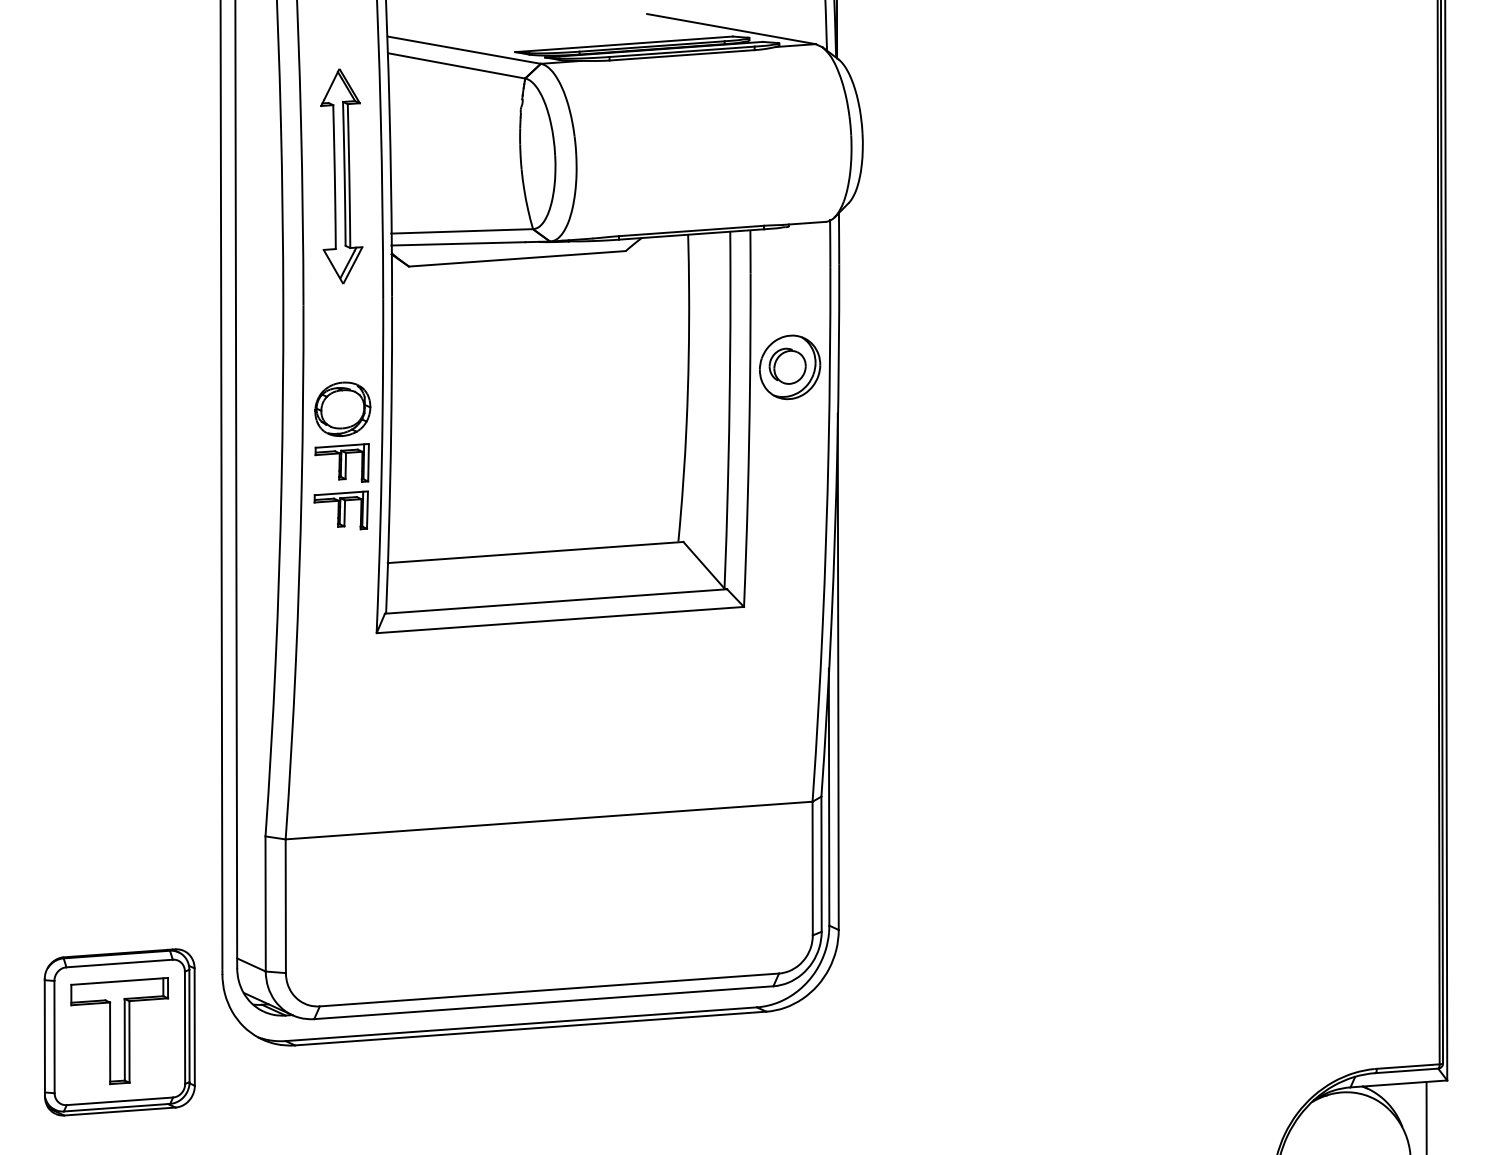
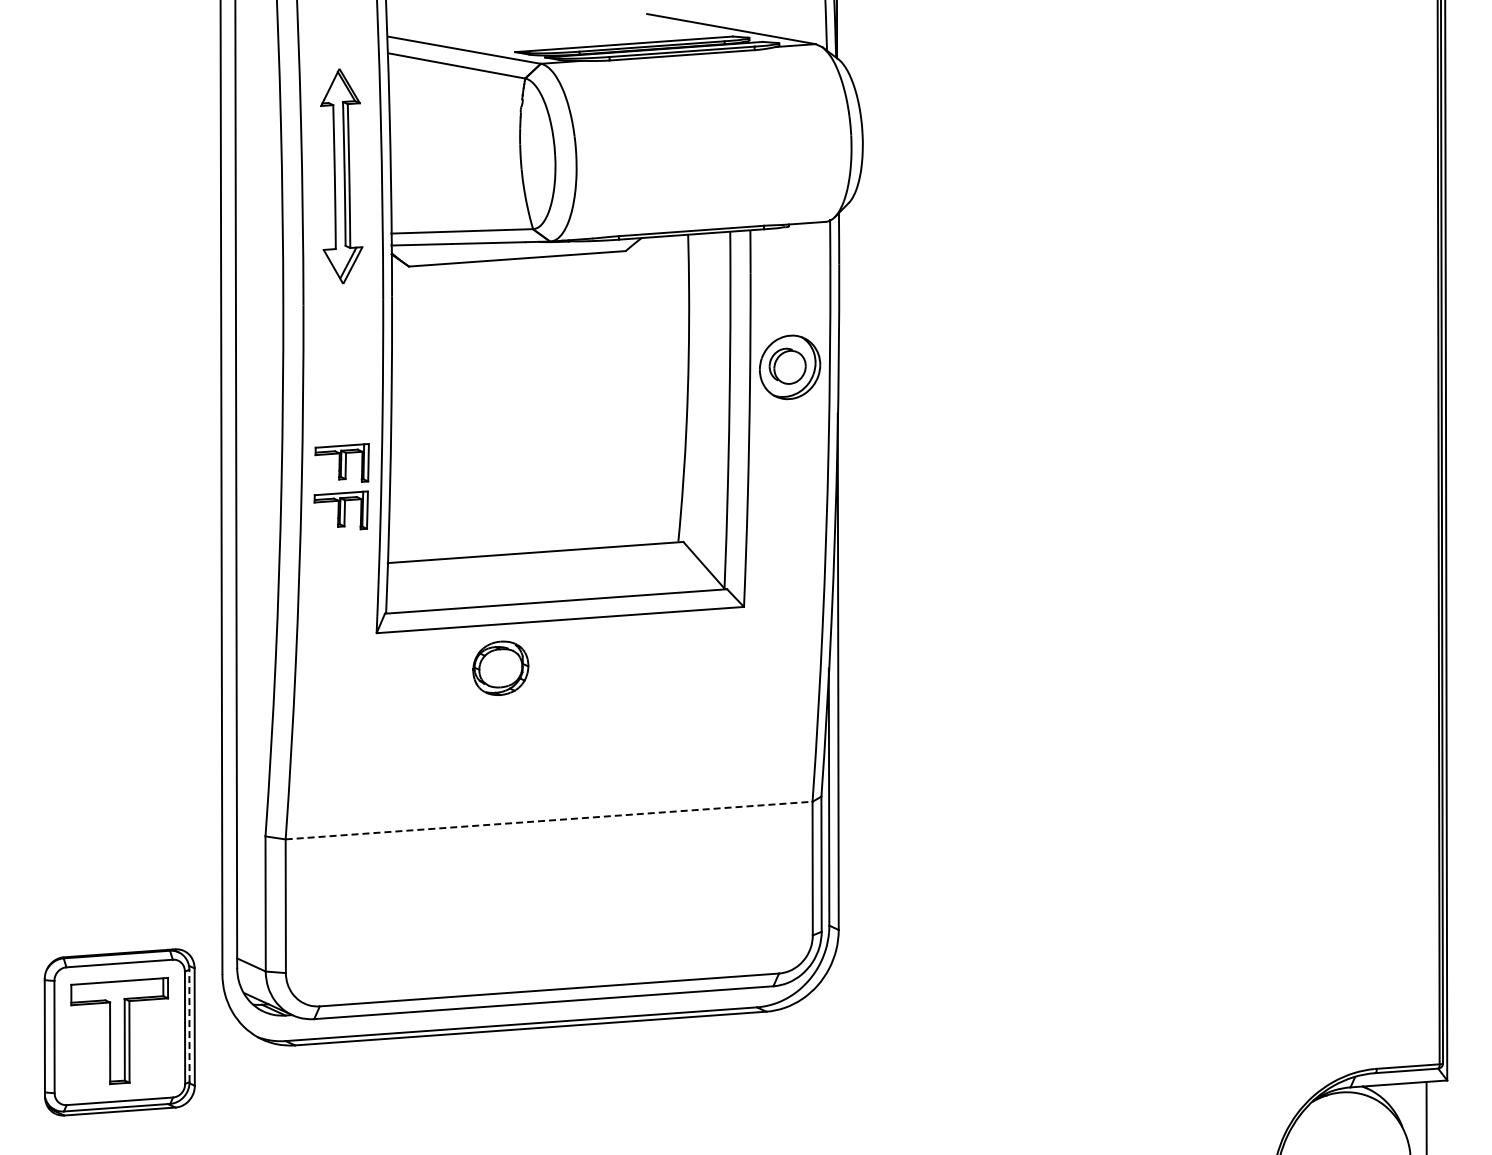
part at (342, 408) position: (342, 408) -> (500, 667)
line at (549, 820): solid -> dashed
line at (189, 1025): solid -> dashed
